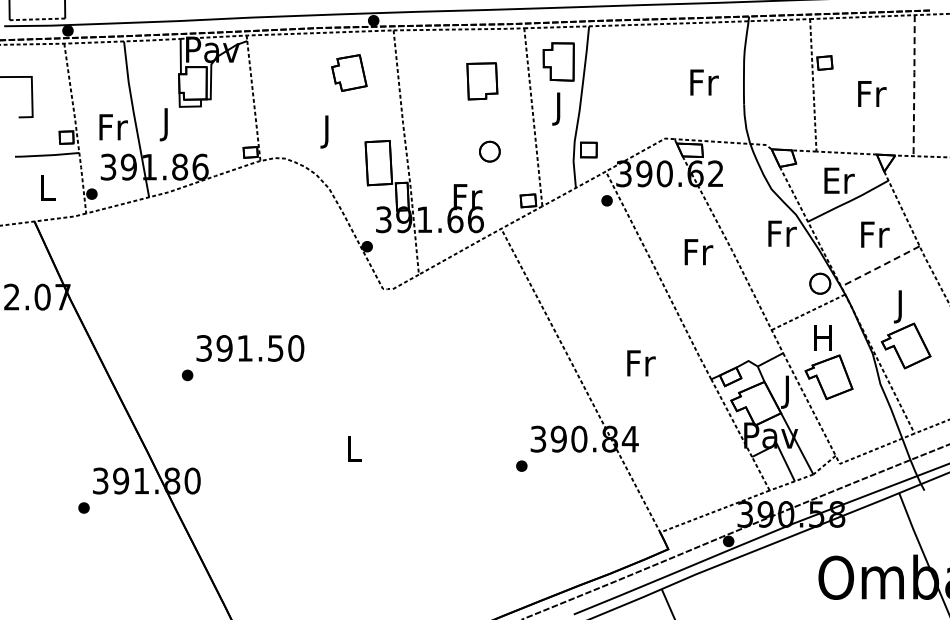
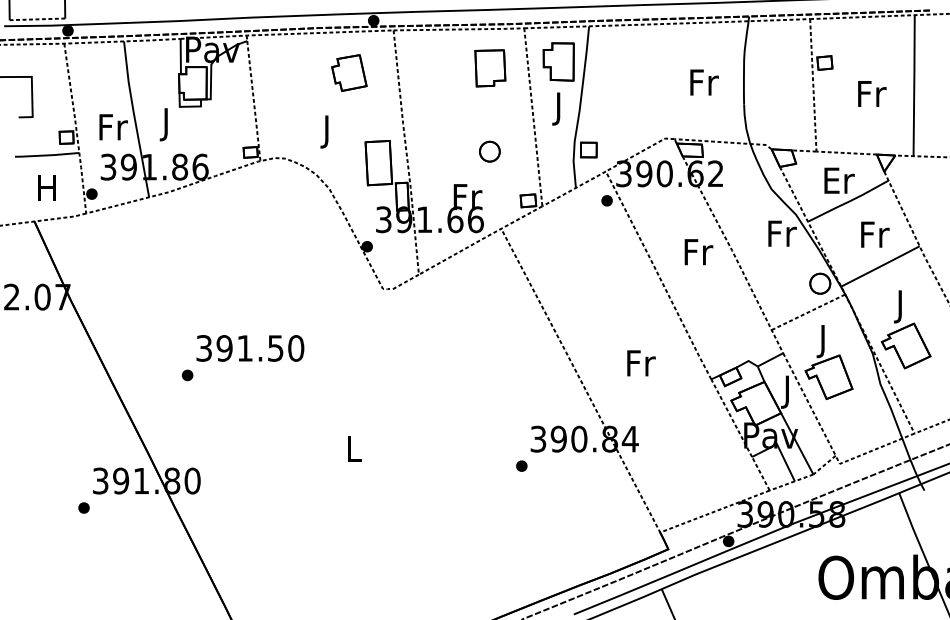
part at (482, 81) position: (482, 81) -> (490, 68)
line at (914, 85): dashed -> solid
text at (46, 187): L -> H
line at (880, 266): dashed -> solid
text at (822, 341): H -> J
